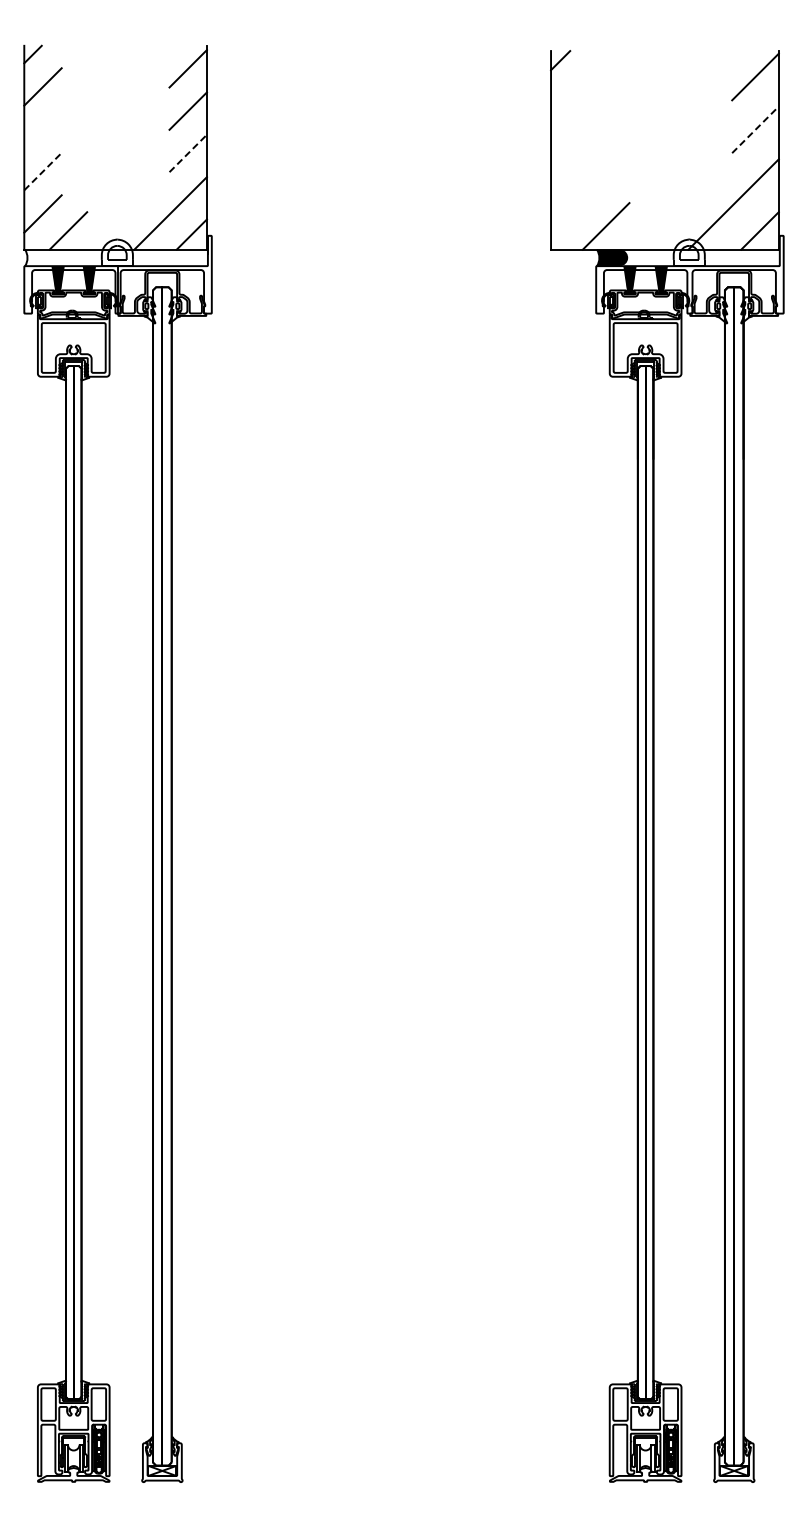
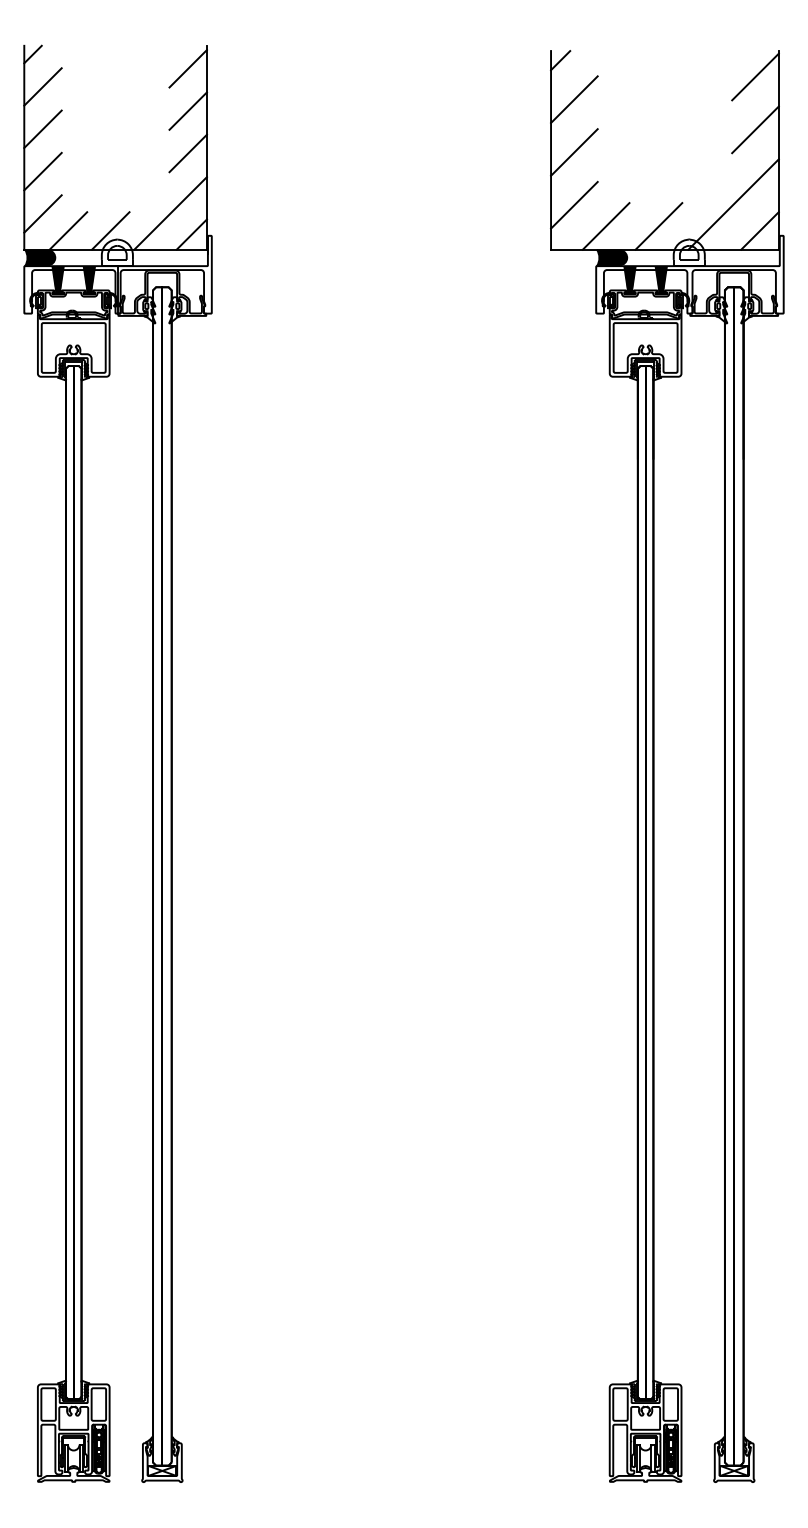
line at (574, 99): none -> present
line at (42, 129): none -> present
line at (755, 129): dashed -> solid
line at (574, 152): none -> present
line at (188, 153): dashed -> solid
line at (43, 171): dashed -> solid
line at (574, 204): none -> present
line at (658, 226): none -> present
line at (110, 230): none -> present
fill at (40, 257): none -> present
